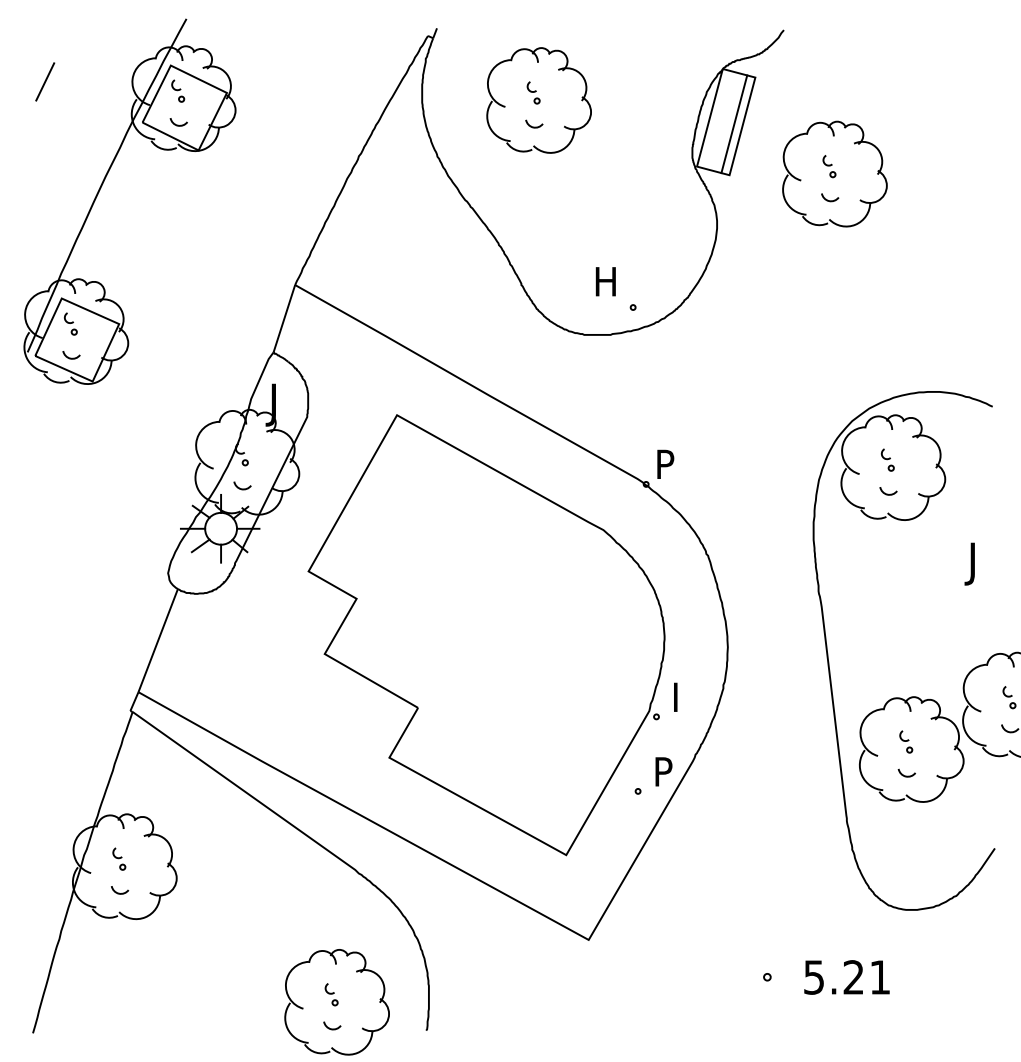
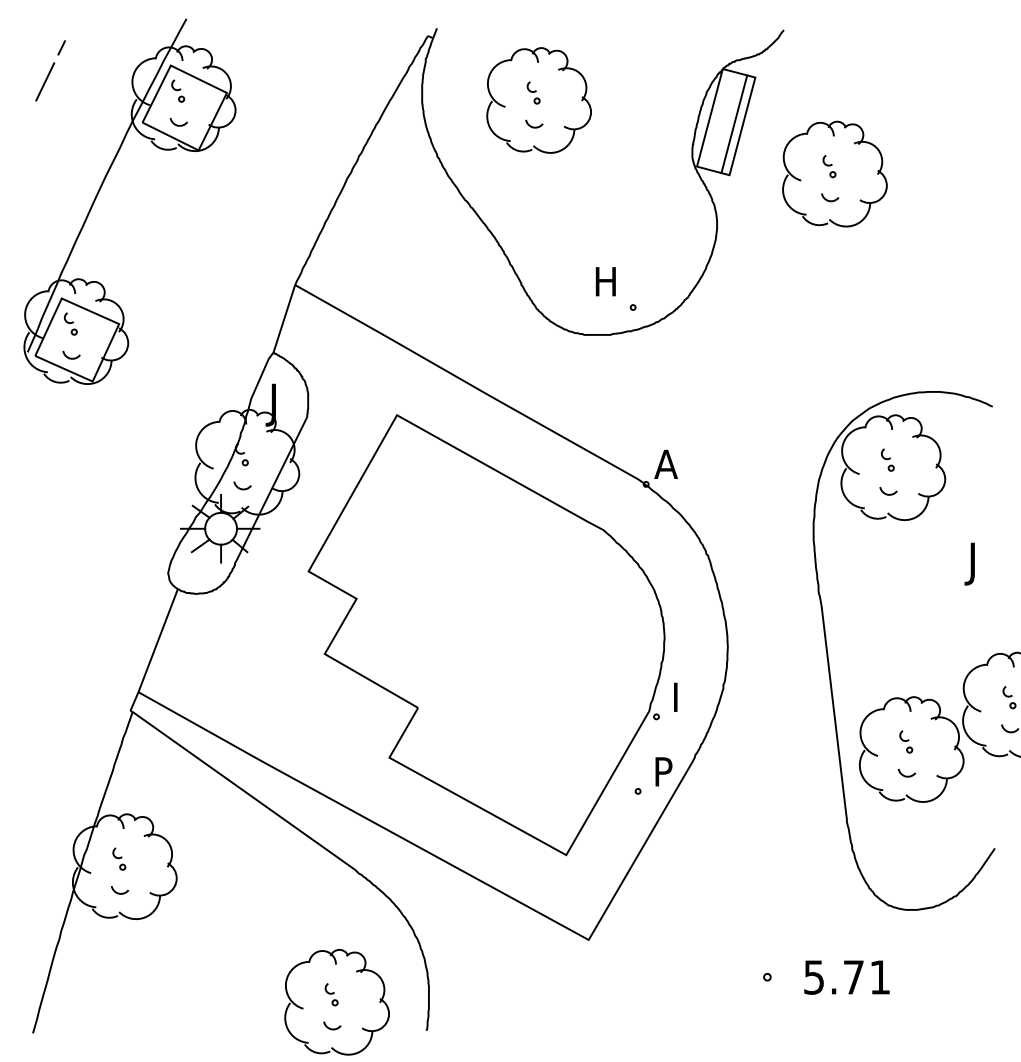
line at (61, 47): none -> present
text at (665, 463): P -> A
text at (853, 977): 5.21 -> 5.71
